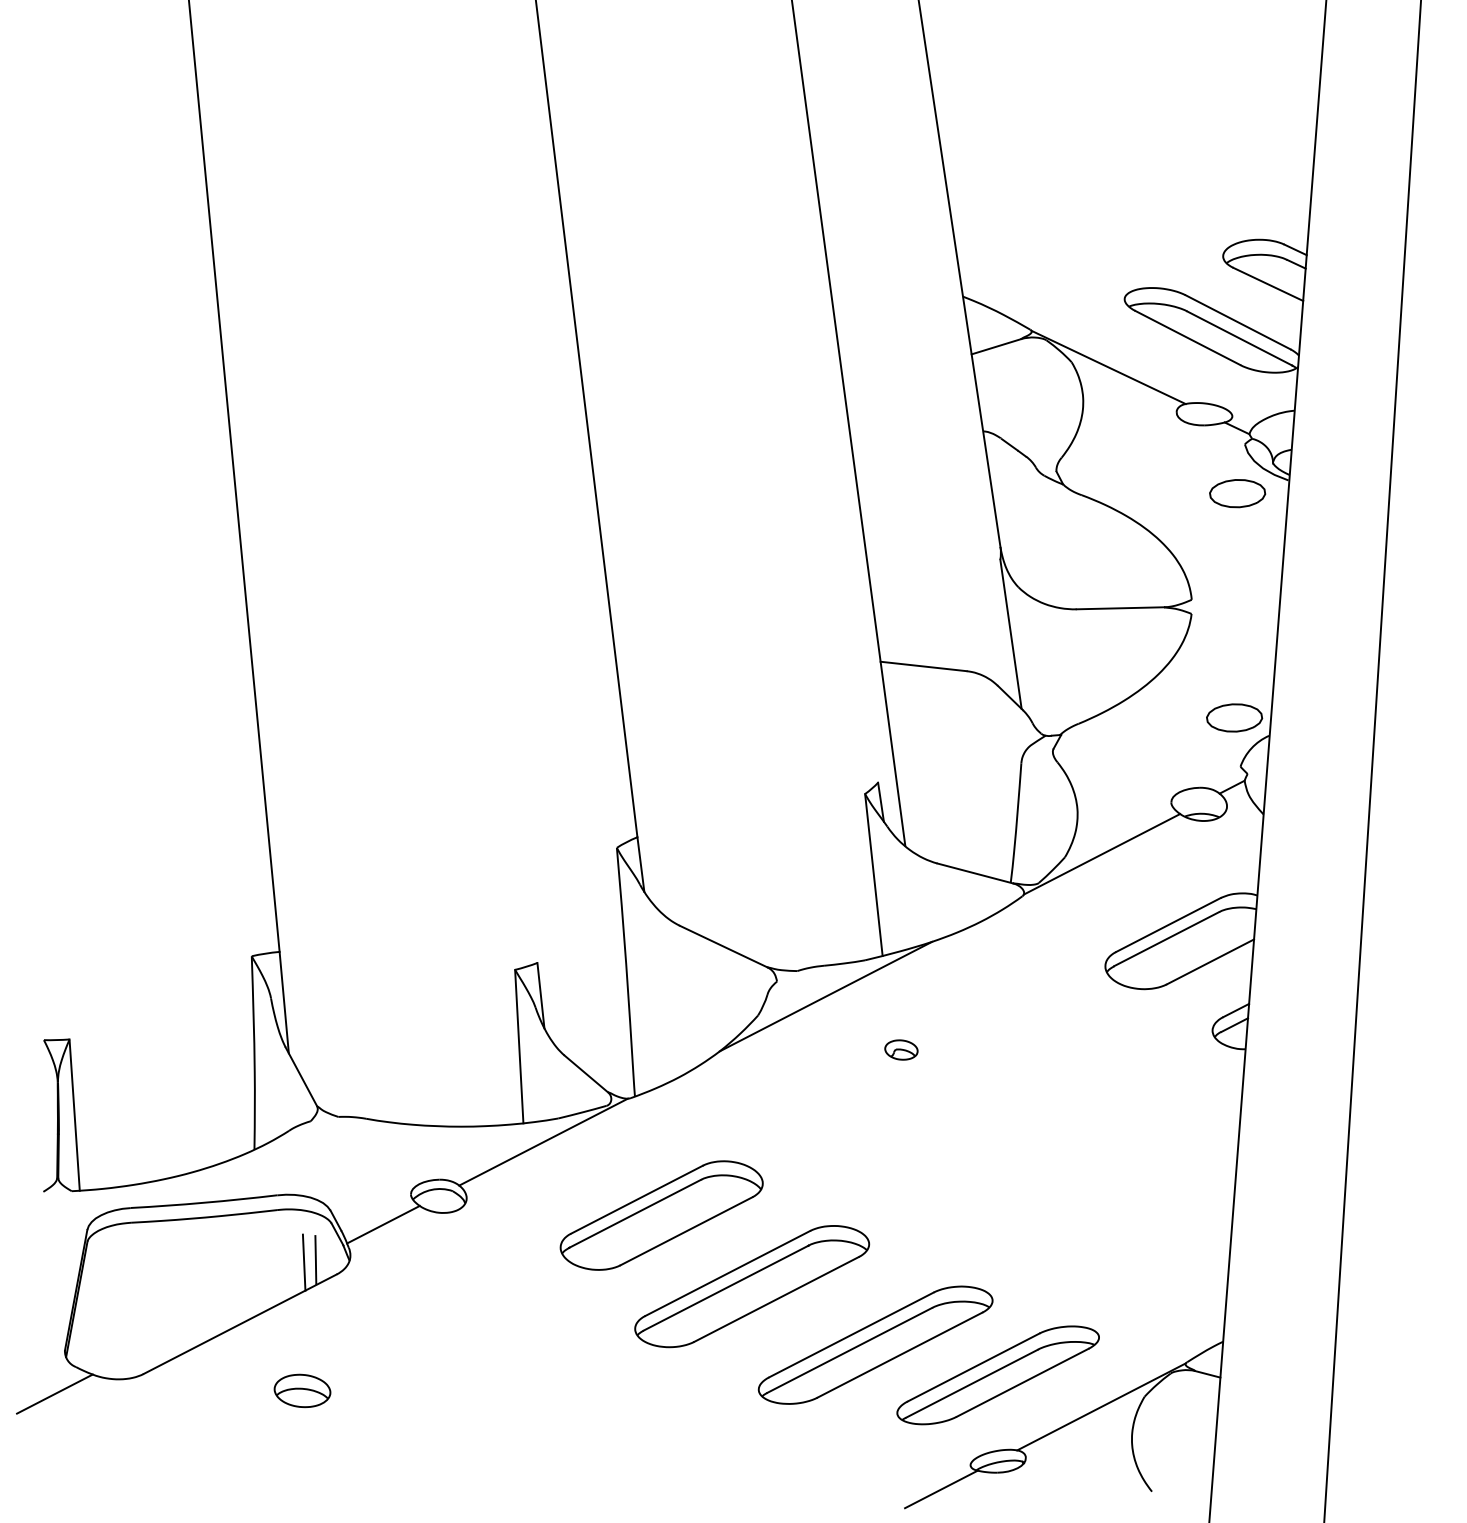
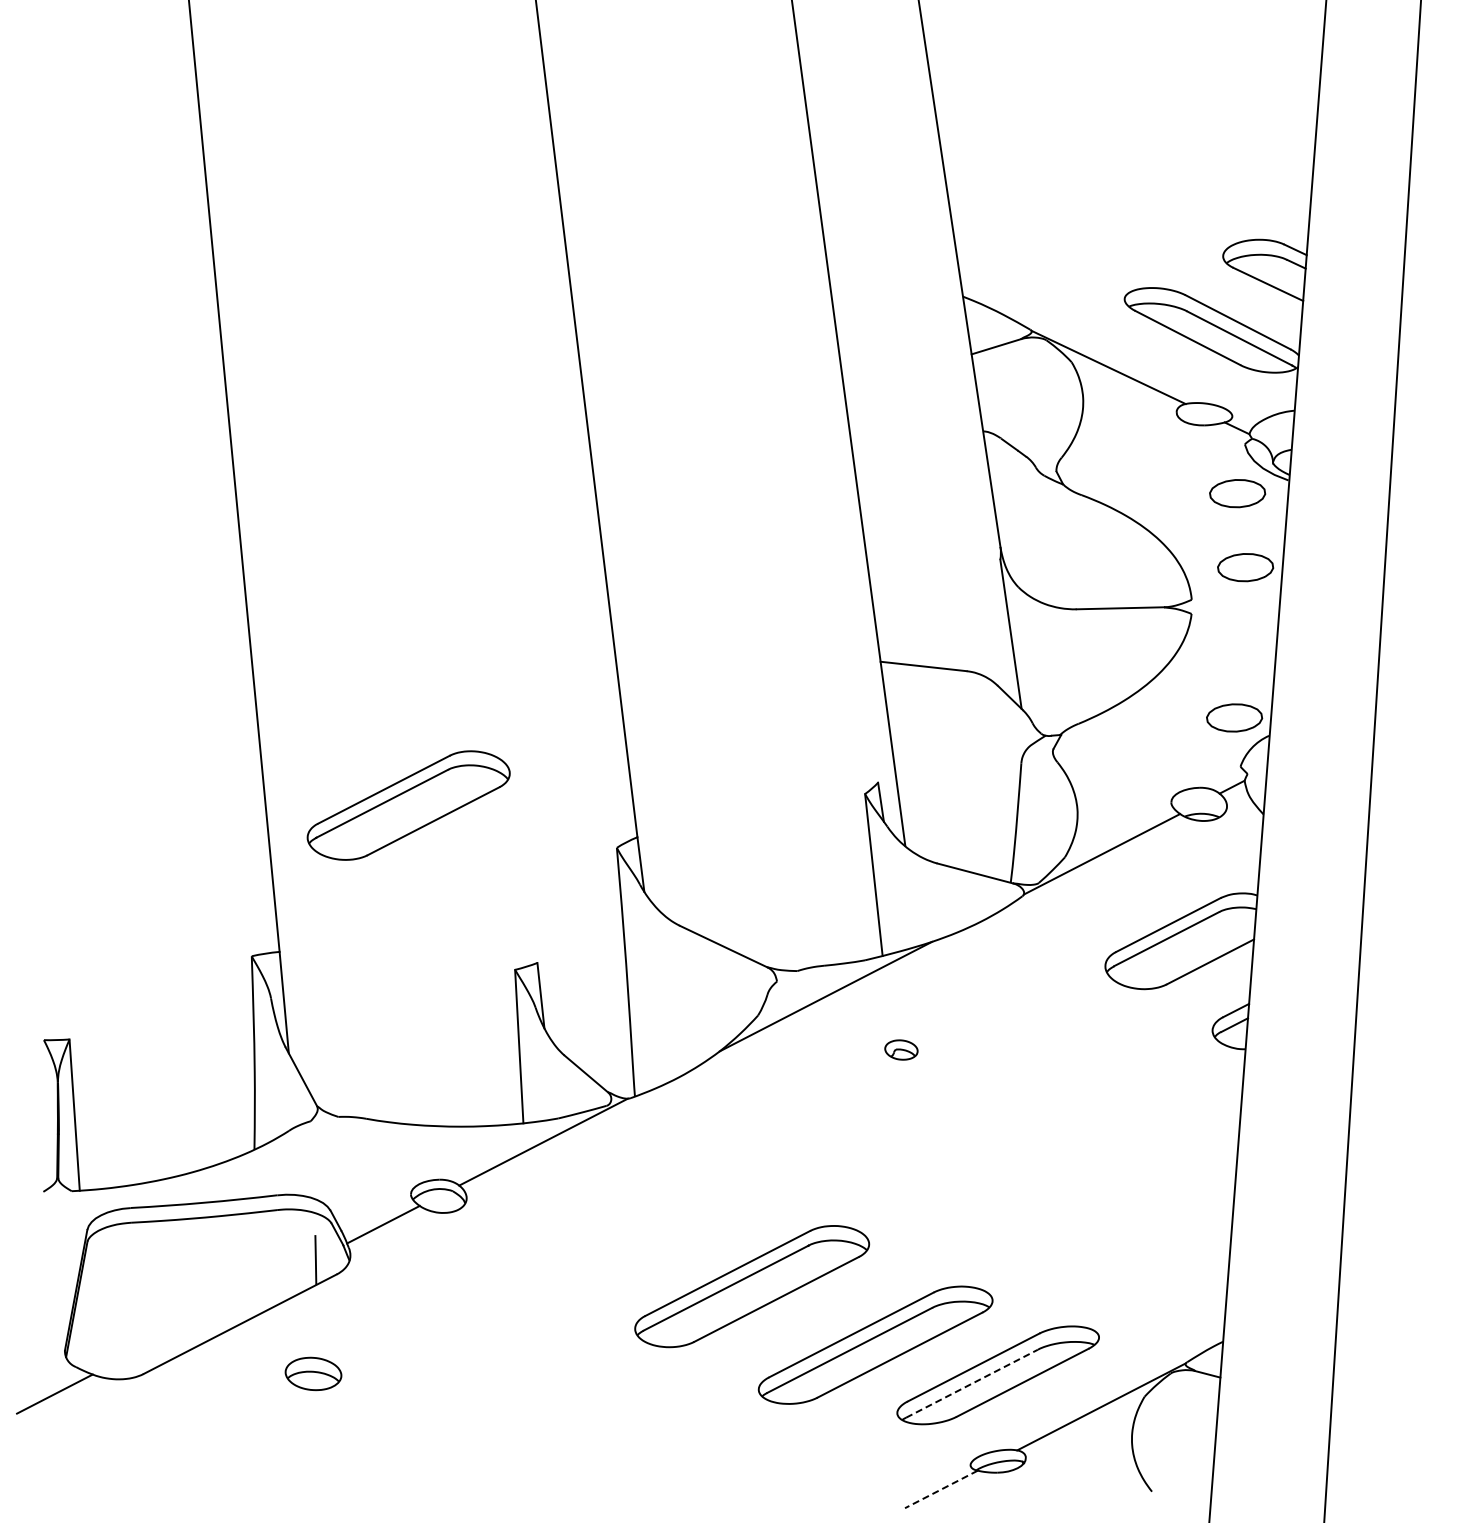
part at (1245, 567): none -> present
part at (661, 1215) position: (661, 1215) -> (408, 805)
line at (303, 1262): present -> none
line at (972, 1383): solid -> dashed
part at (302, 1390) position: (302, 1390) -> (313, 1373)
line at (941, 1489): solid -> dashed
